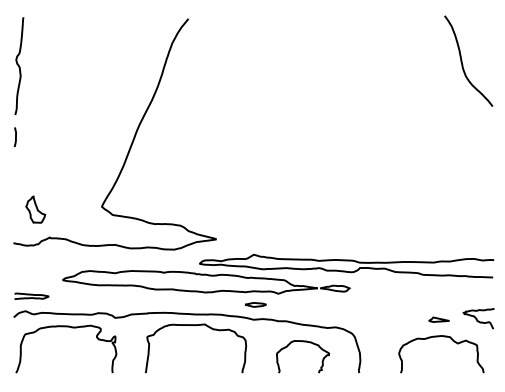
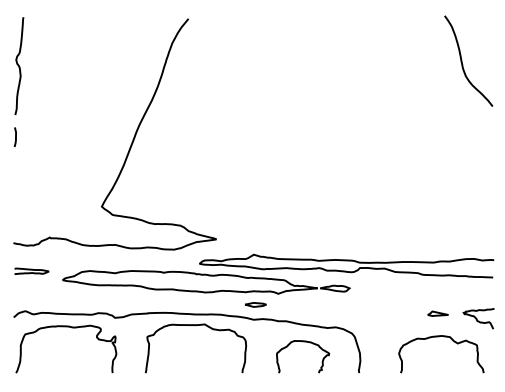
part at (35, 209): present -> none
curve at (31, 295) position: (31, 295) -> (31, 270)
part at (438, 319) position: (438, 319) -> (437, 313)
